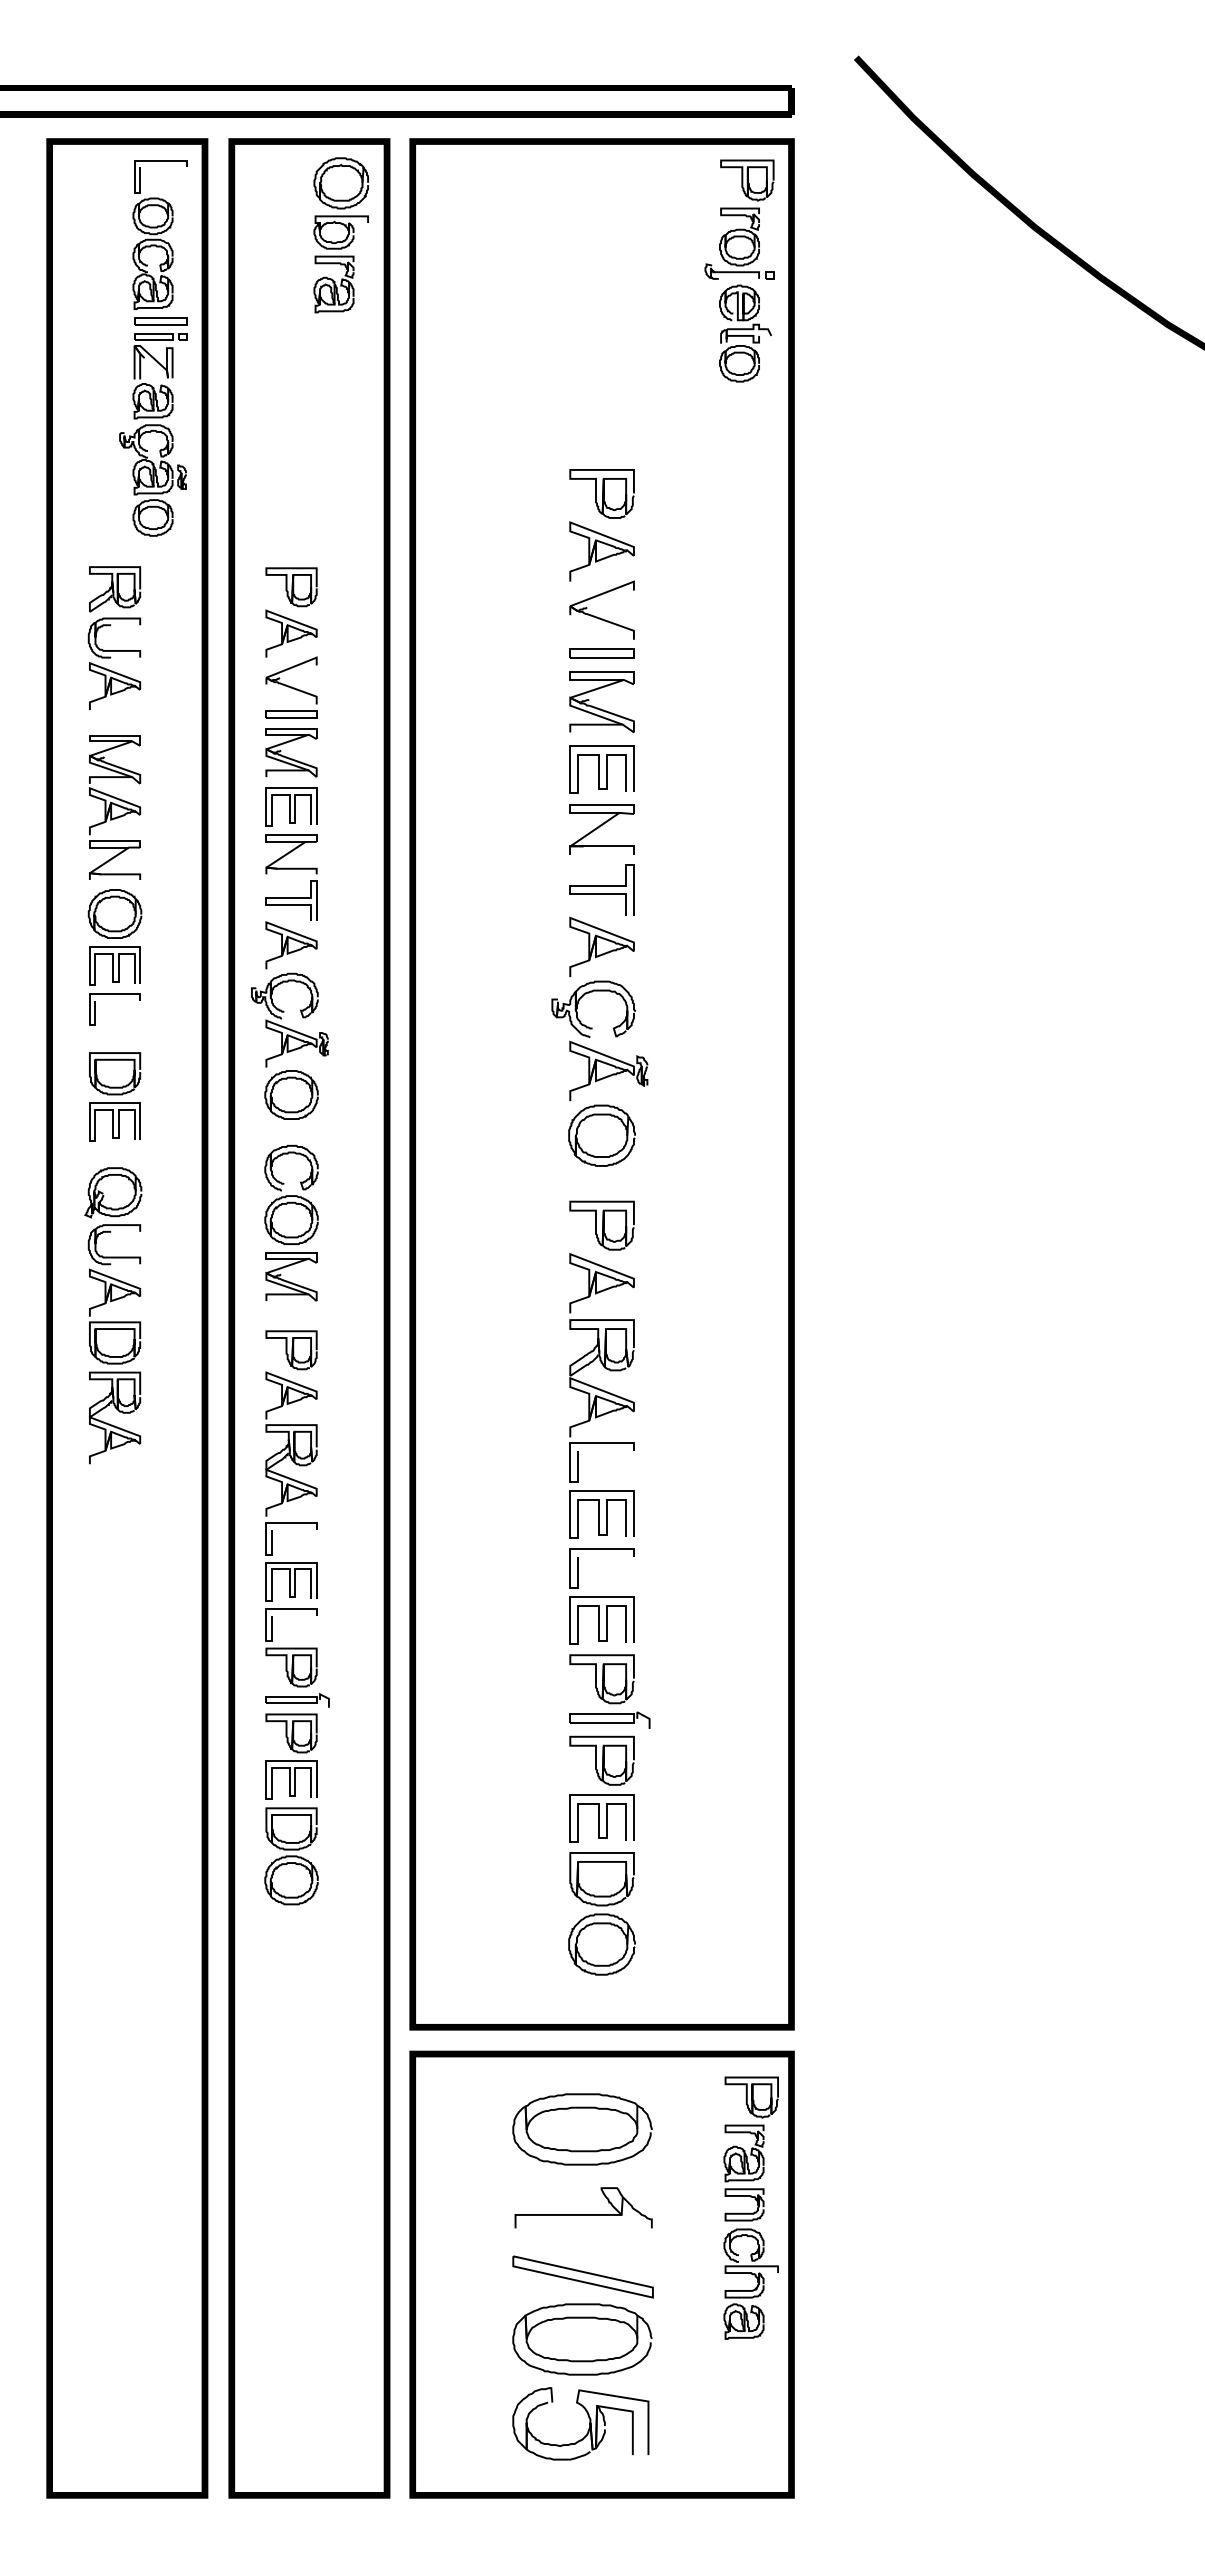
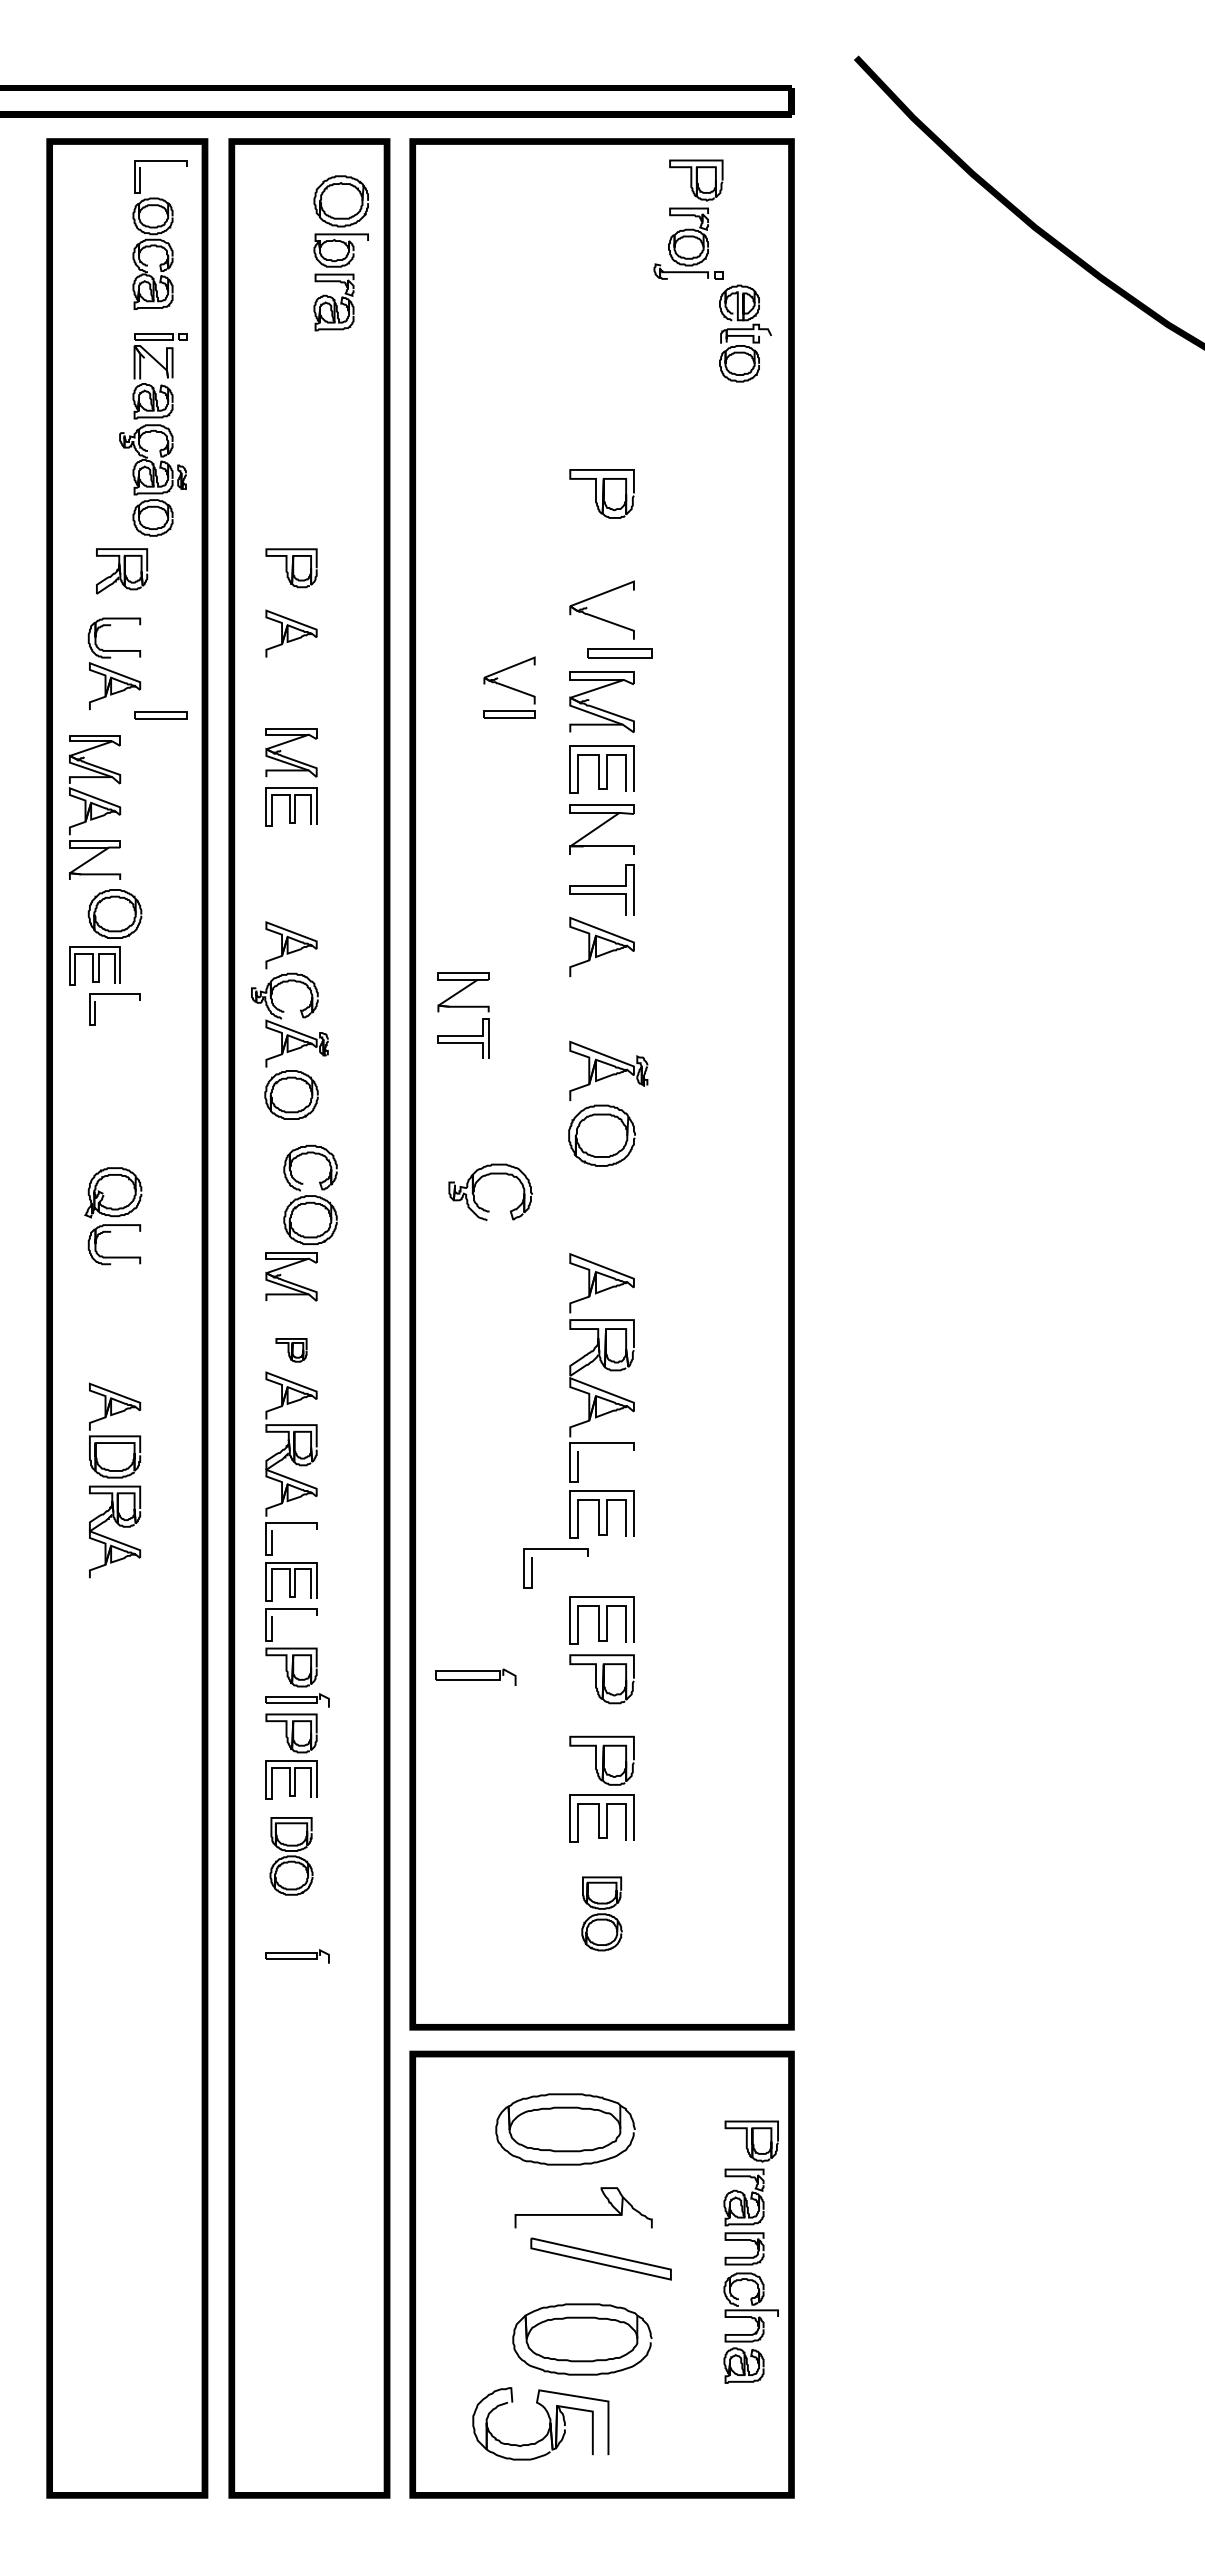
part at (739, 219) position: (739, 219) -> (688, 219)
part at (340, 235) position: (340, 235) -> (340, 253)
part at (160, 321) position: (160, 321) -> (160, 715)
part at (601, 551): present -> none
part at (291, 587) position: (291, 587) -> (291, 568)
part at (115, 589) position: (115, 589) -> (122, 571)
part at (601, 653) position: (601, 653) -> (619, 653)
part at (291, 687) position: (291, 687) -> (509, 687)
part at (115, 807) position: (115, 807) -> (95, 807)
part at (291, 869) position: (291, 869) -> (463, 1007)
curve at (113, 965) position: (113, 965) -> (93, 965)
part at (589, 993) position: (589, 993) -> (486, 1176)
part at (115, 1096): present -> none
part at (291, 1194) position: (291, 1194) -> (310, 1194)
part at (601, 1225): present -> none
part at (291, 1350) size: 53x41 px -> 33x25 px
part at (114, 1366) position: (114, 1366) -> (114, 1480)
curve at (601, 1549) position: (601, 1549) -> (555, 1549)
part at (609, 1719) position: (609, 1719) -> (475, 1676)
part at (291, 1856) size: 55x99 px -> 45x79 px
part at (601, 1913) size: 68x124 px -> 42x76 px
part at (297, 1956): none -> present
part at (582, 2129) position: (582, 2129) -> (565, 2129)
part at (750, 2207) position: (750, 2207) -> (750, 2251)
part at (582, 2276) position: (582, 2276) -> (600, 2258)
part at (589, 2423) position: (589, 2423) -> (549, 2423)
